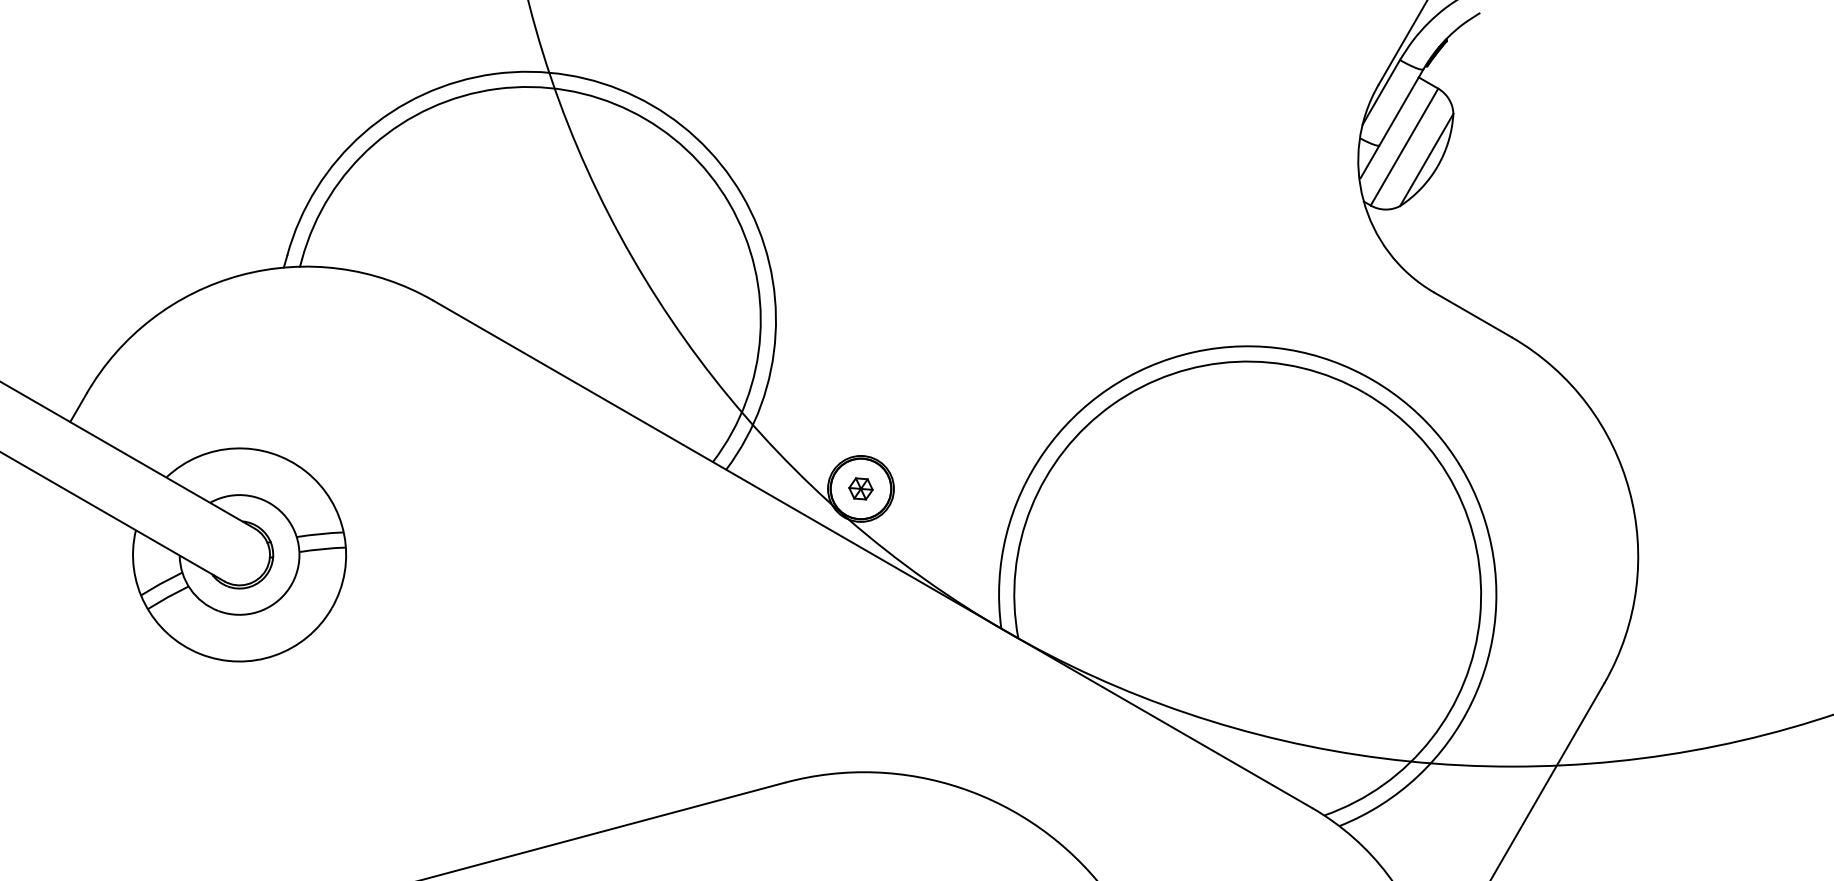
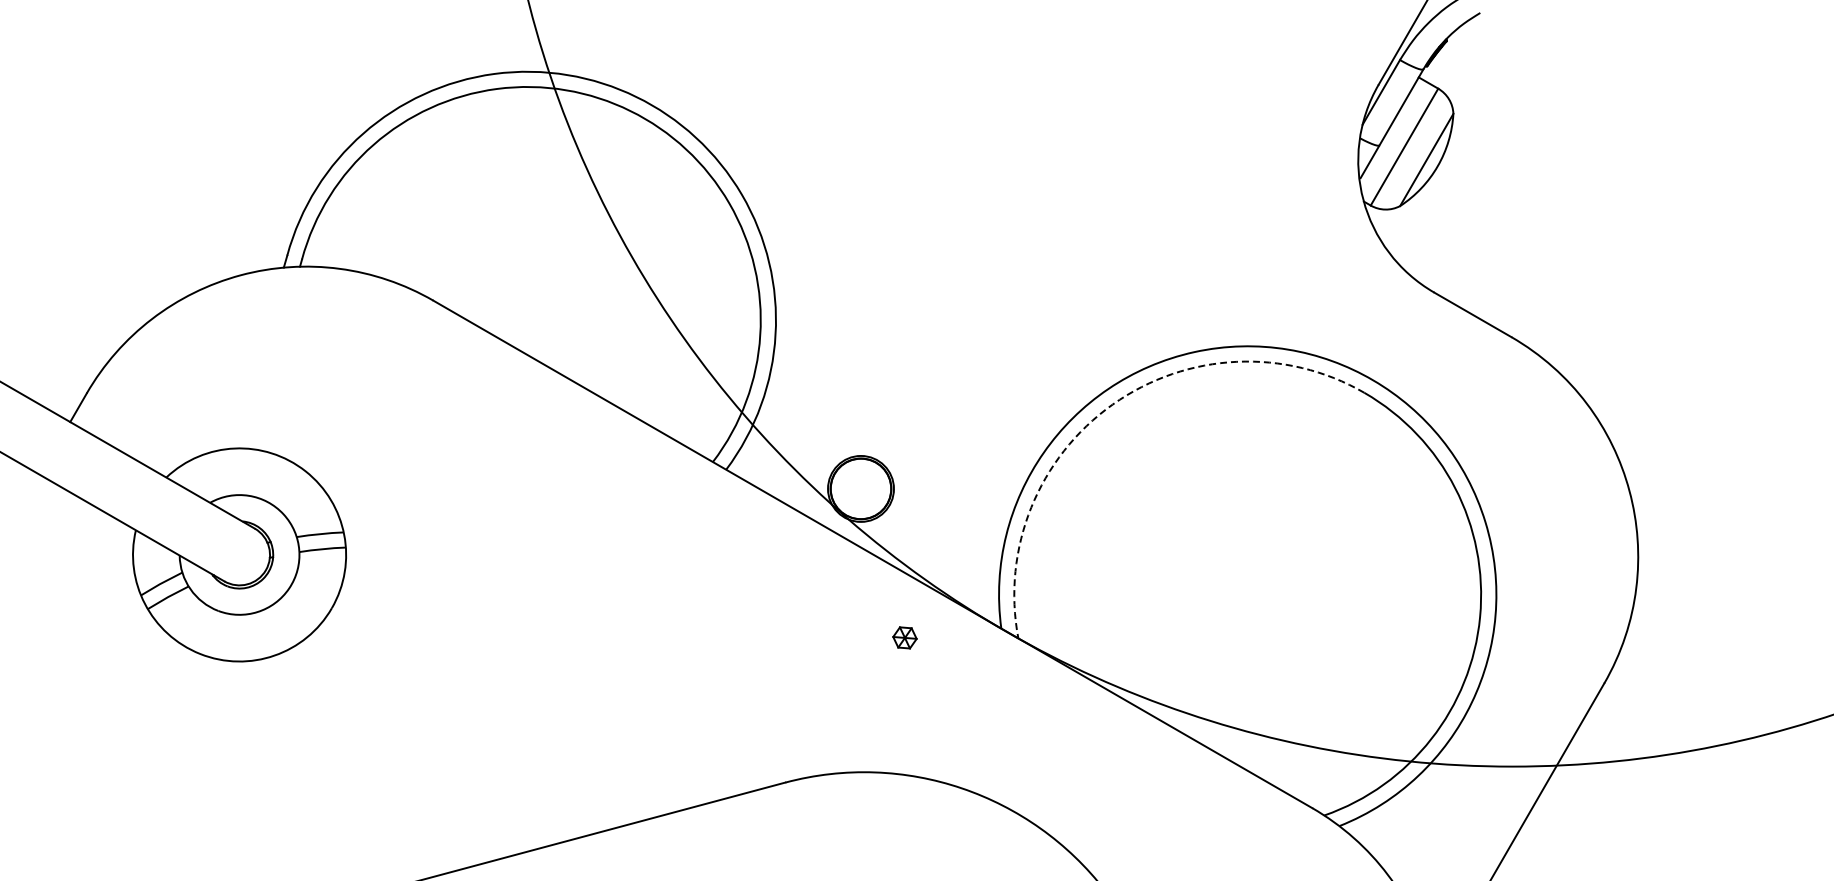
arc at (1112, 404): solid -> dashed
part at (860, 488) position: (860, 488) -> (904, 637)
